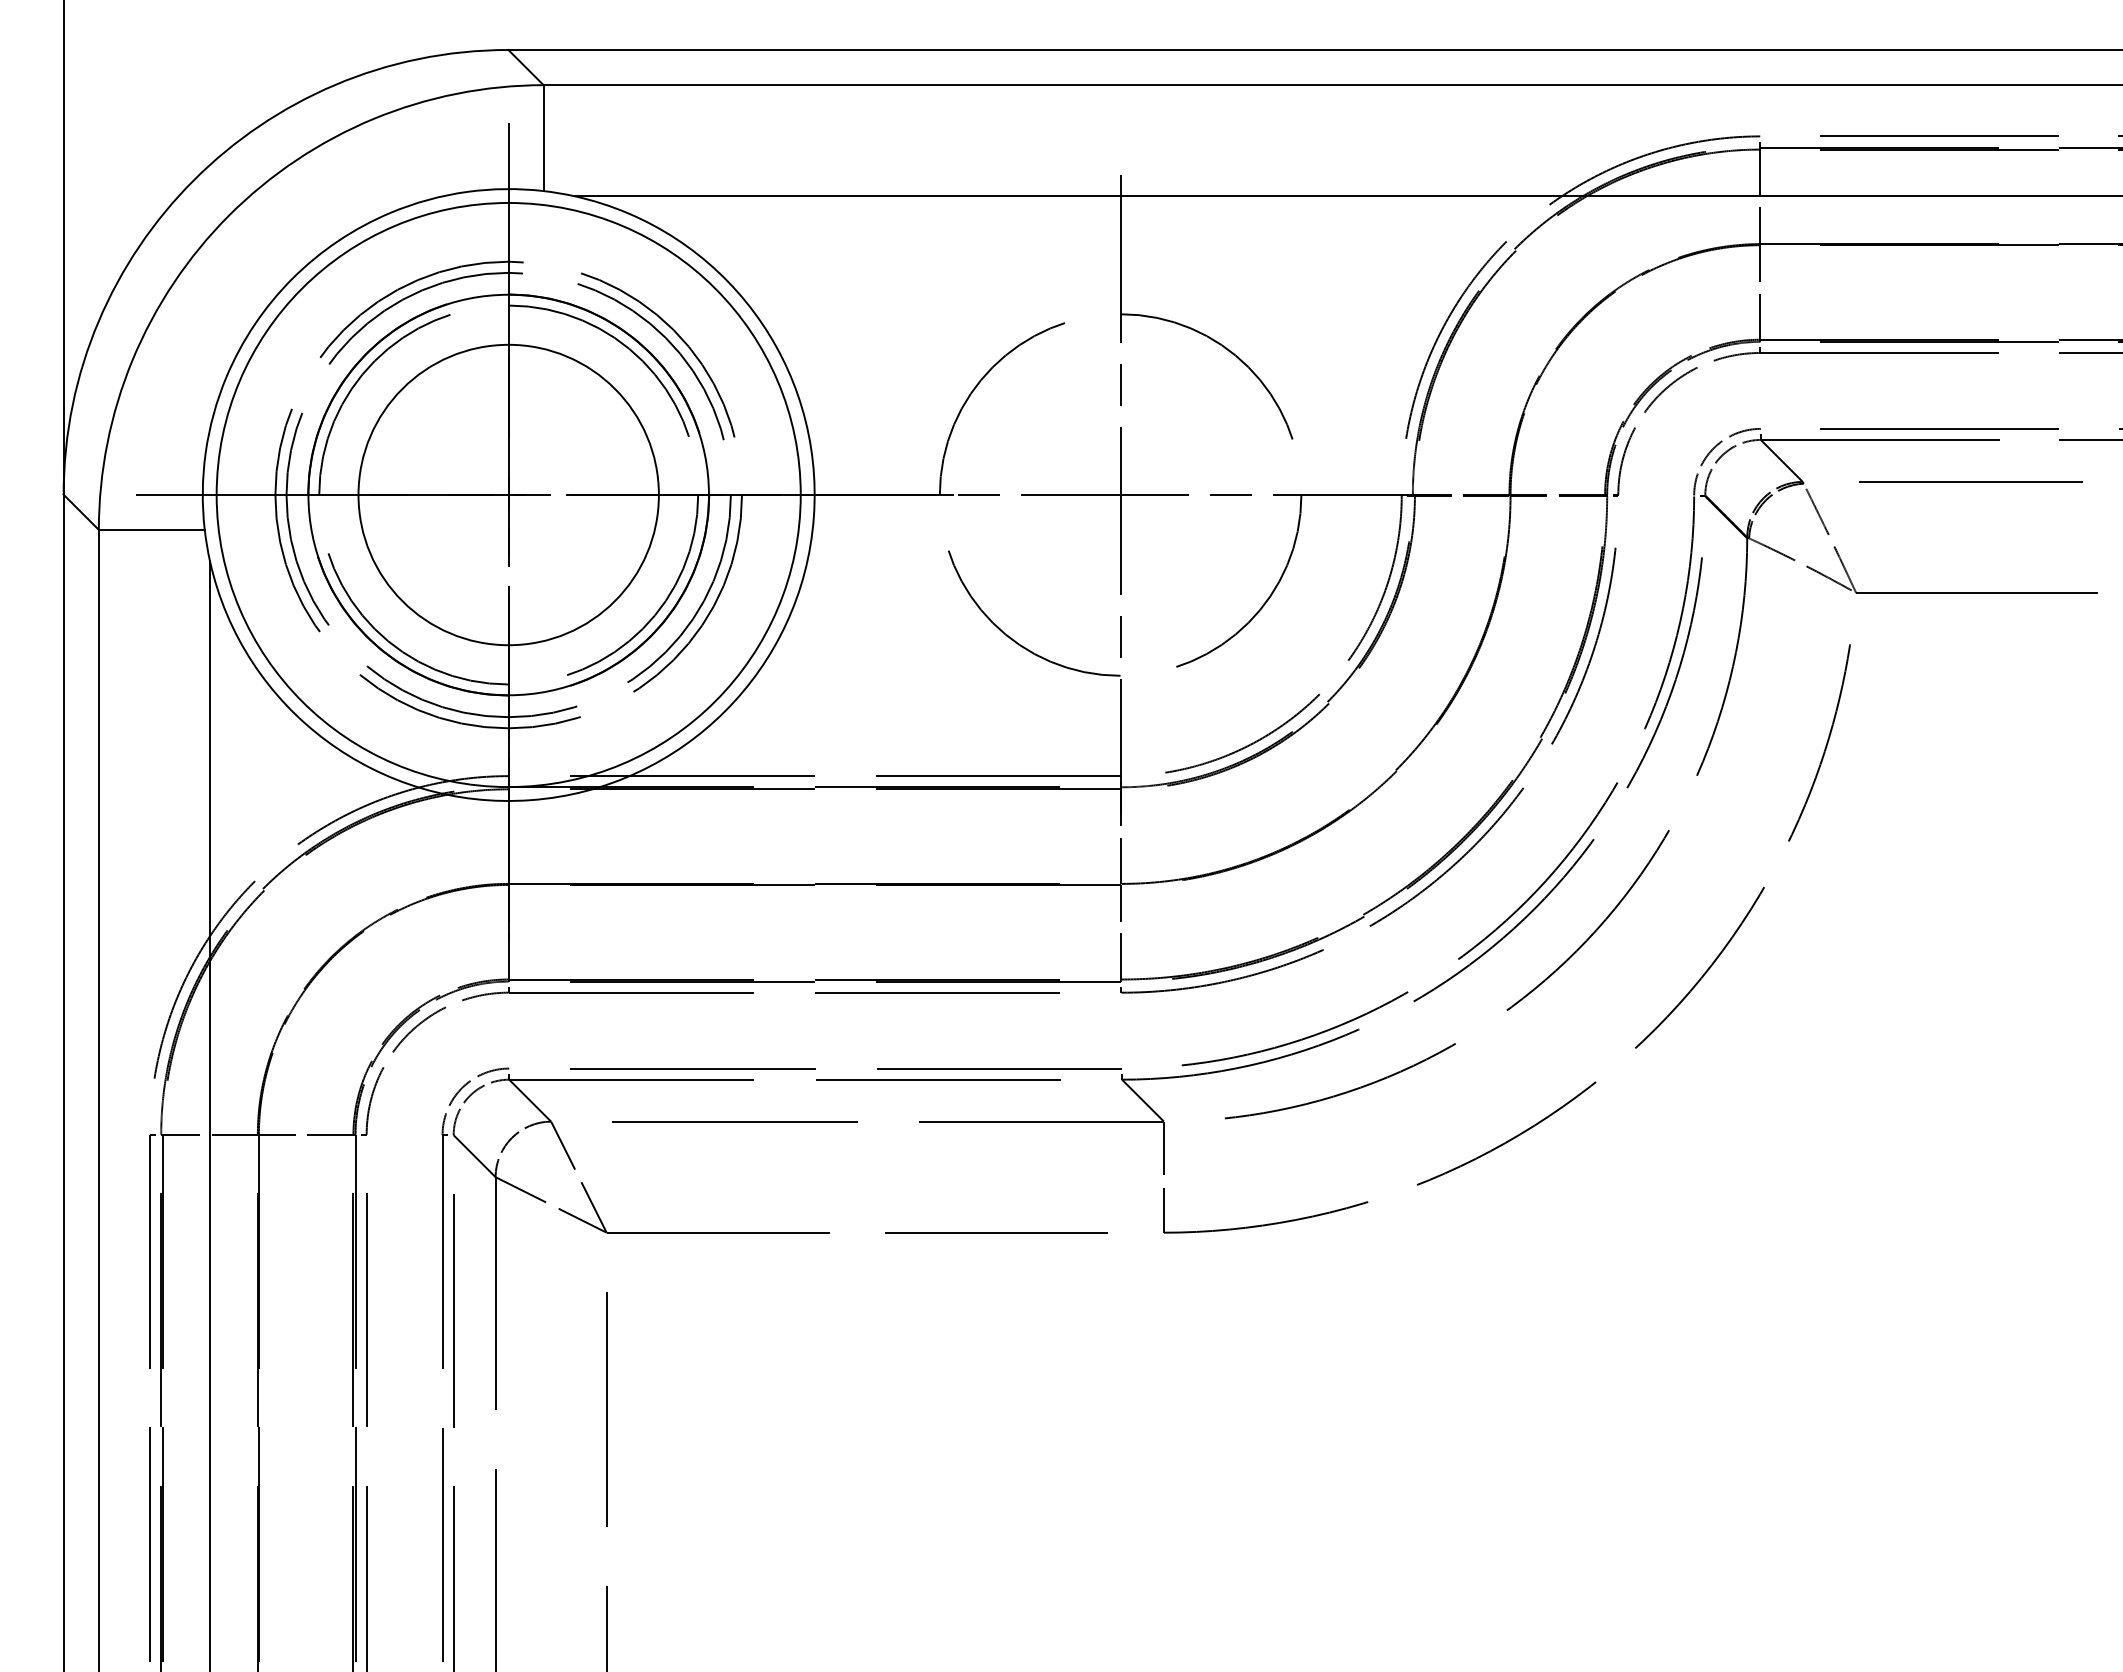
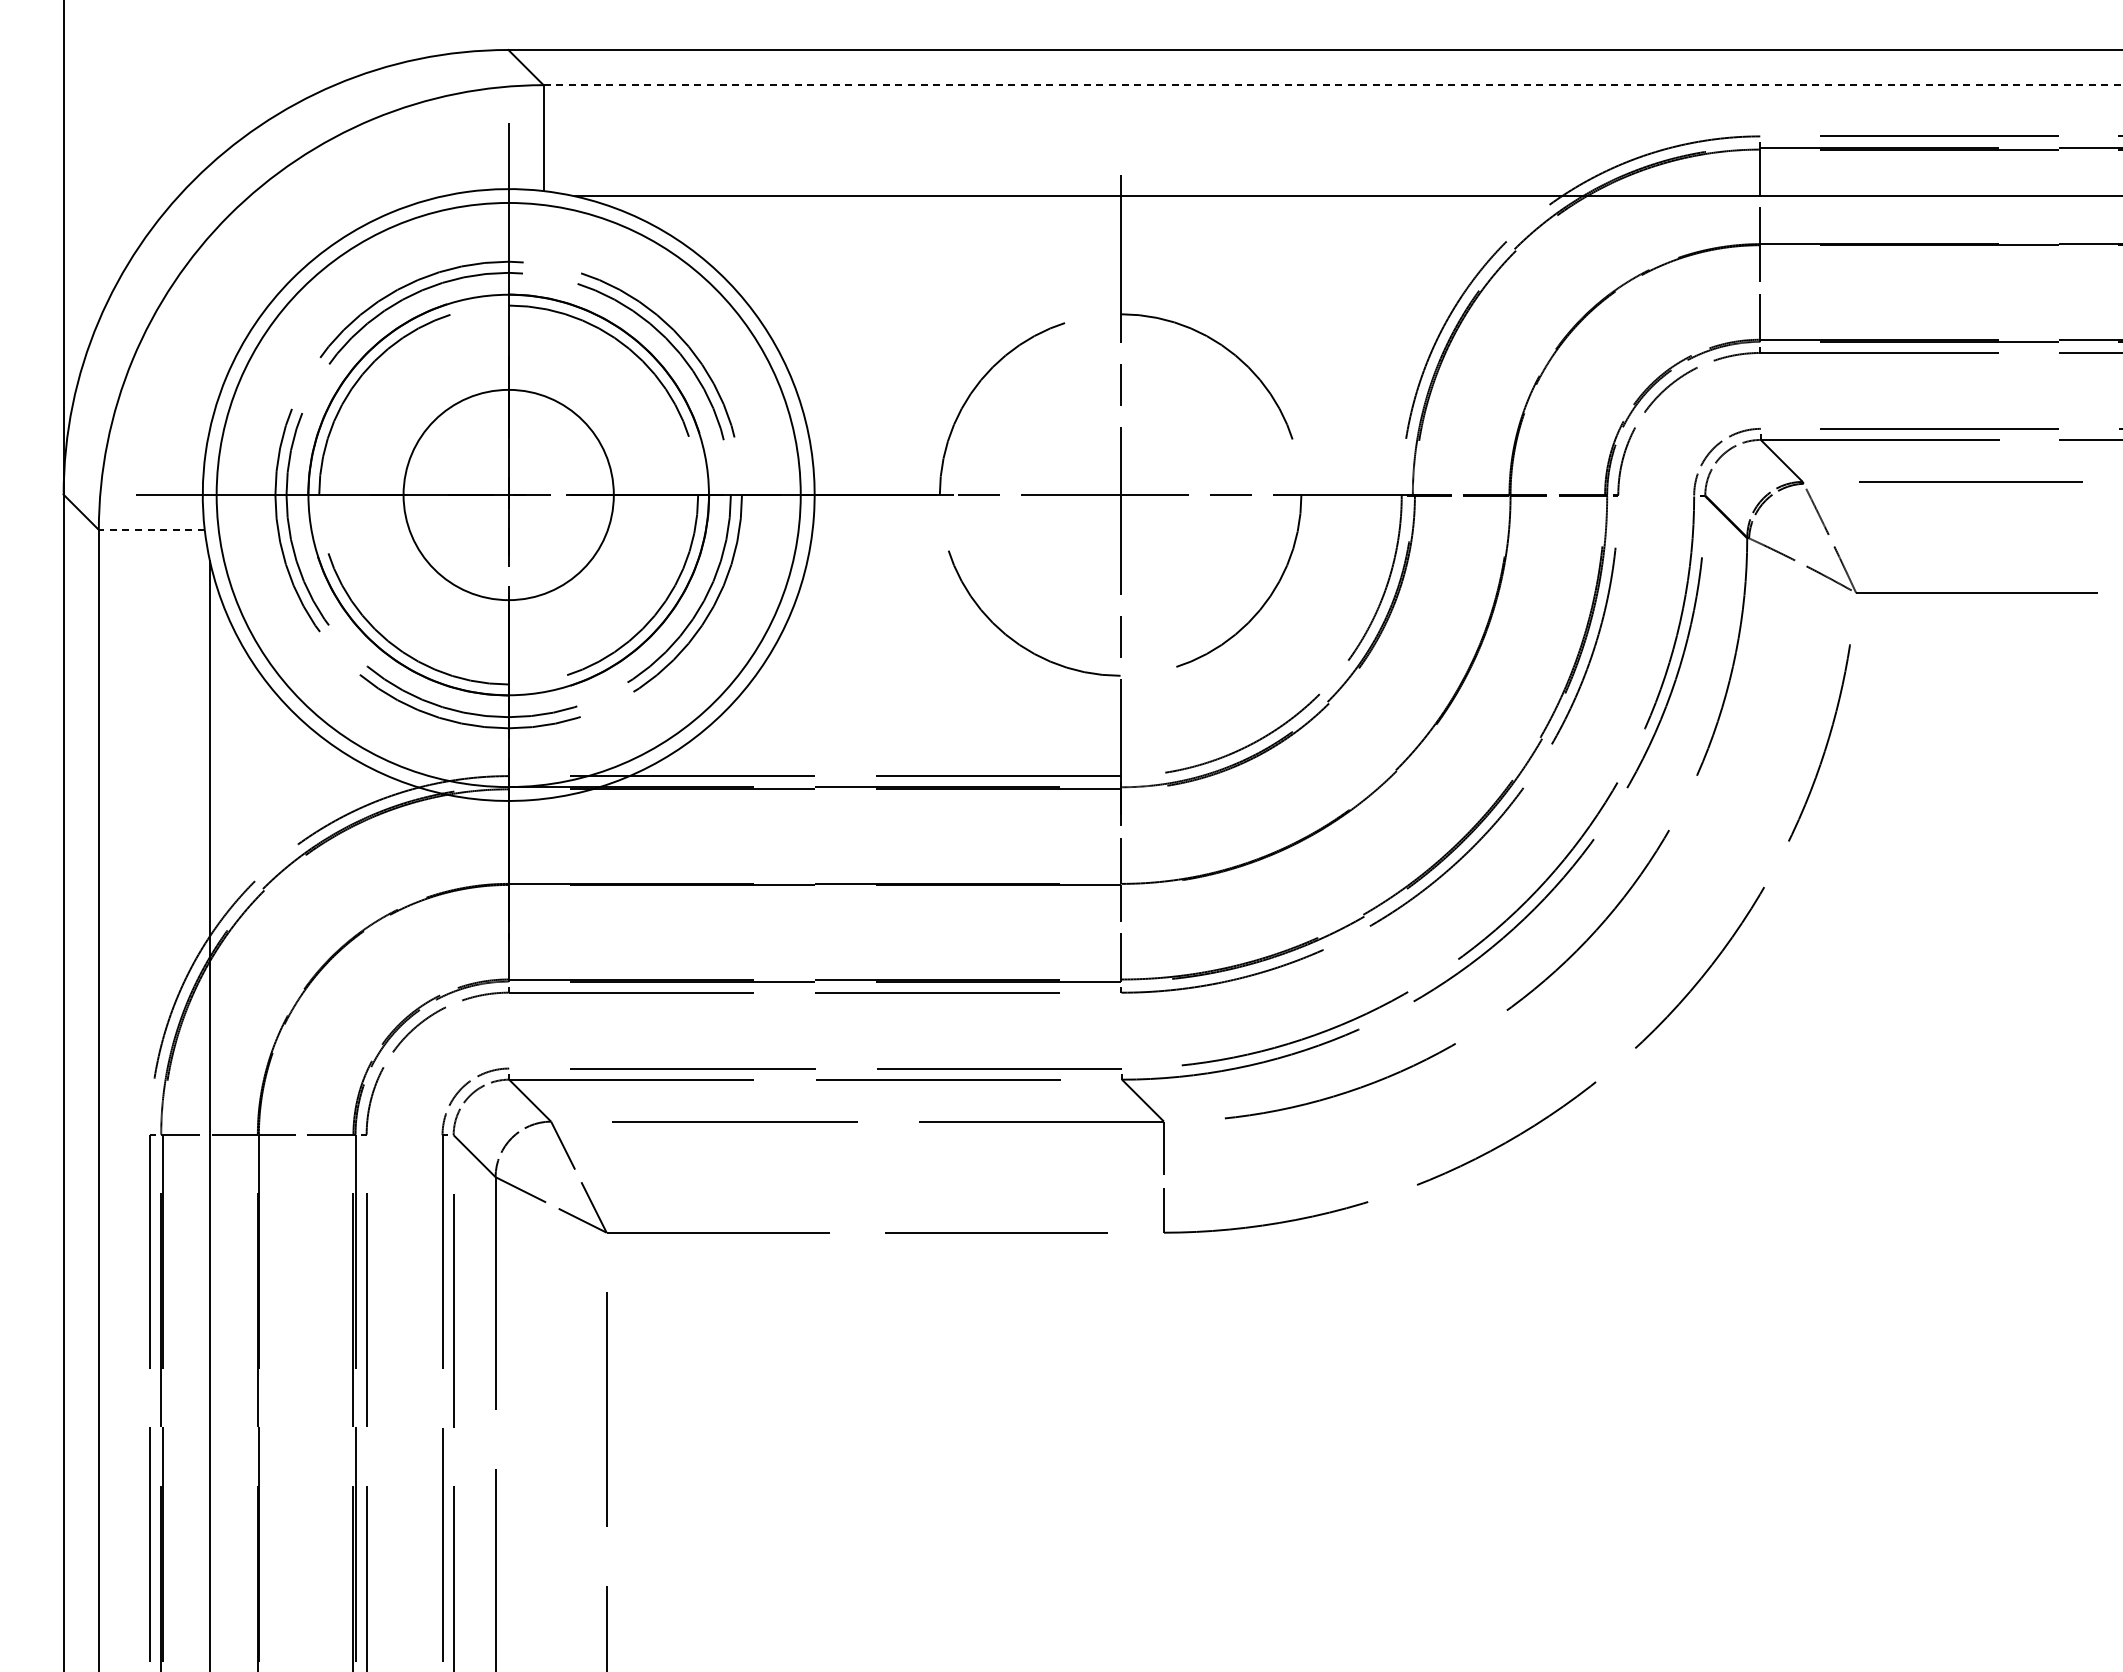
line at (1333, 85): solid -> dashed
circle at (508, 494) diameter: 300 px -> 210 px
line at (151, 529): solid -> dashed
